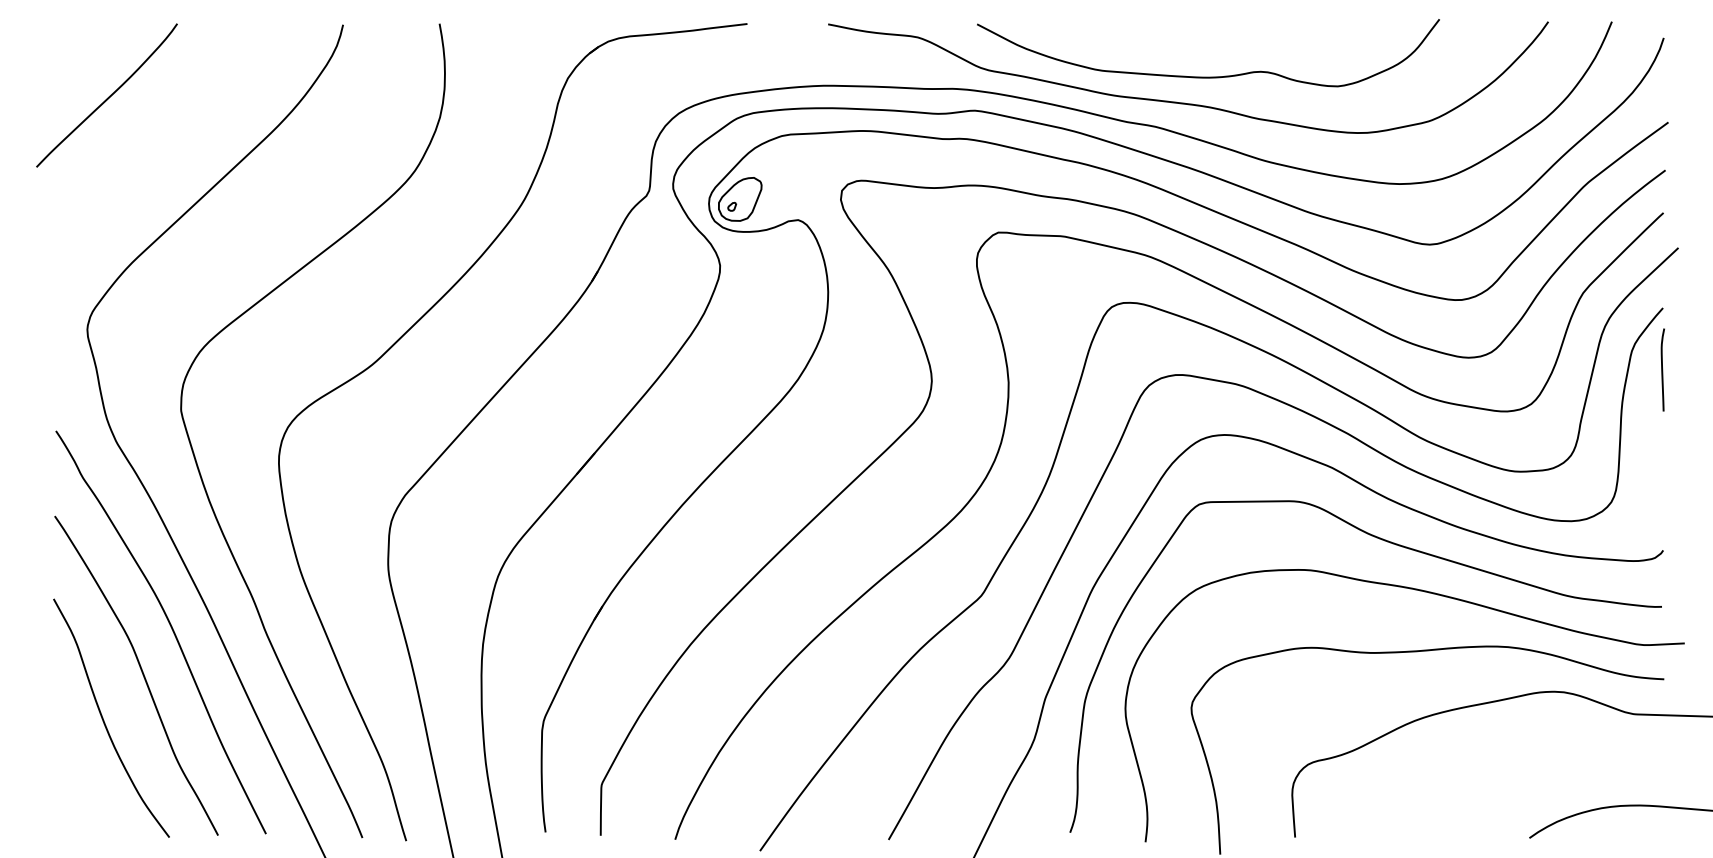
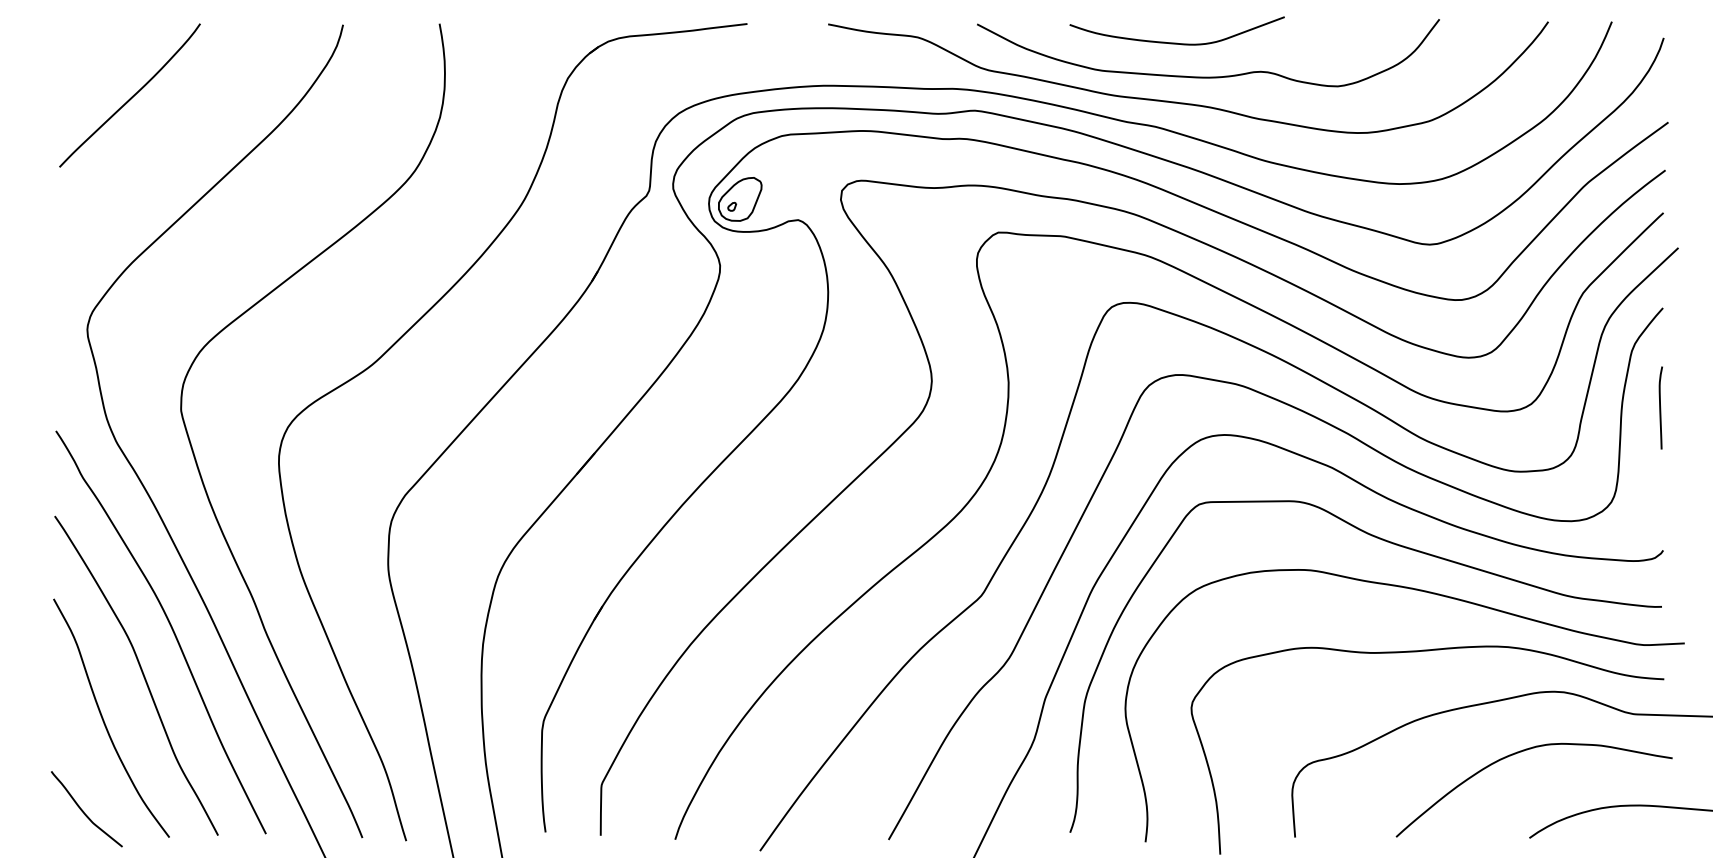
curve at (1176, 42): none -> present
curve at (108, 96) position: (108, 96) -> (131, 96)
curve at (1662, 369) position: (1662, 369) -> (1660, 407)
curve at (1521, 752): none -> present
curve at (84, 811): none -> present
